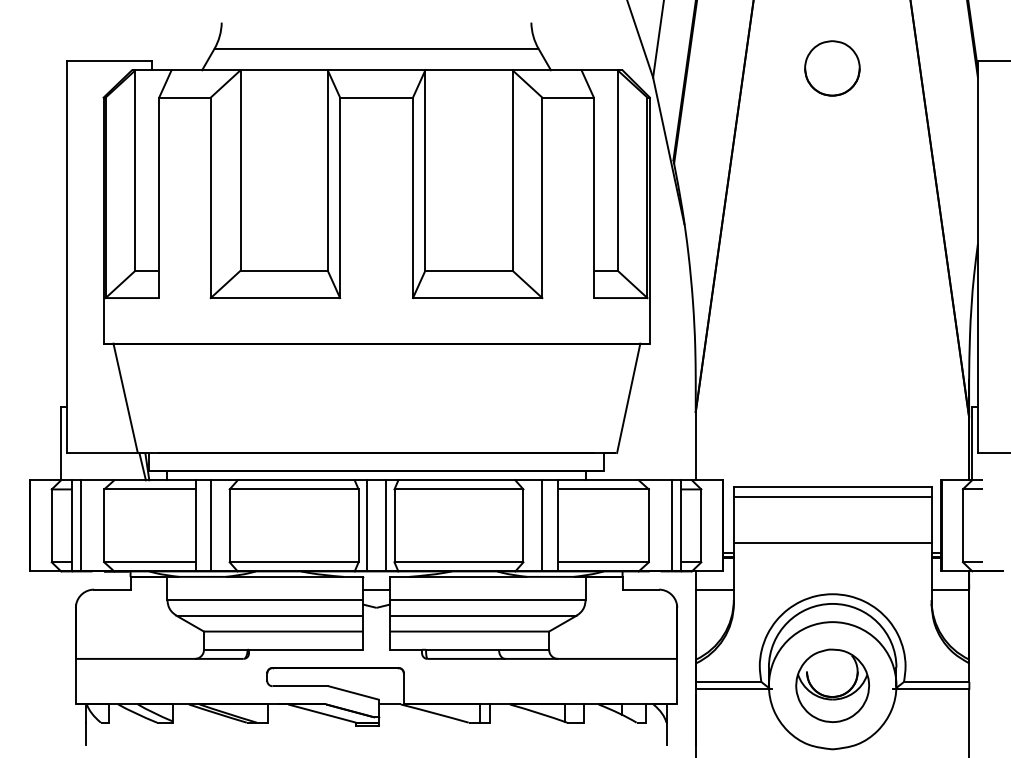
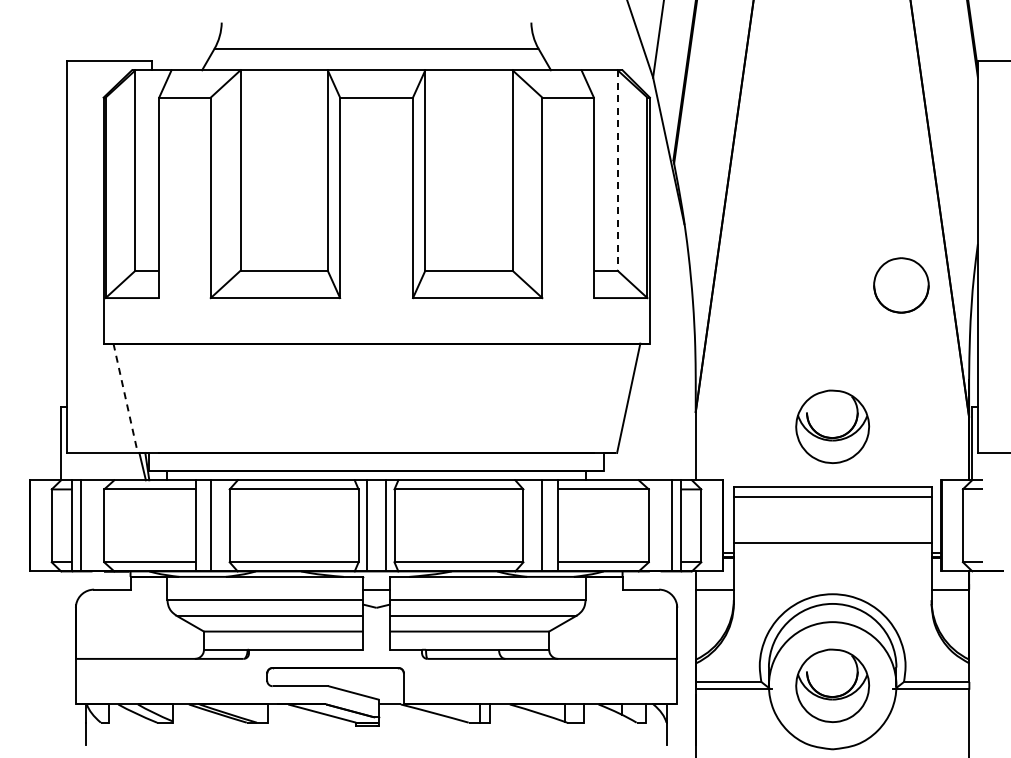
part at (832, 68) position: (832, 68) -> (901, 285)
line at (617, 171): solid -> dashed
line at (125, 398): solid -> dashed
part at (832, 426): none -> present
